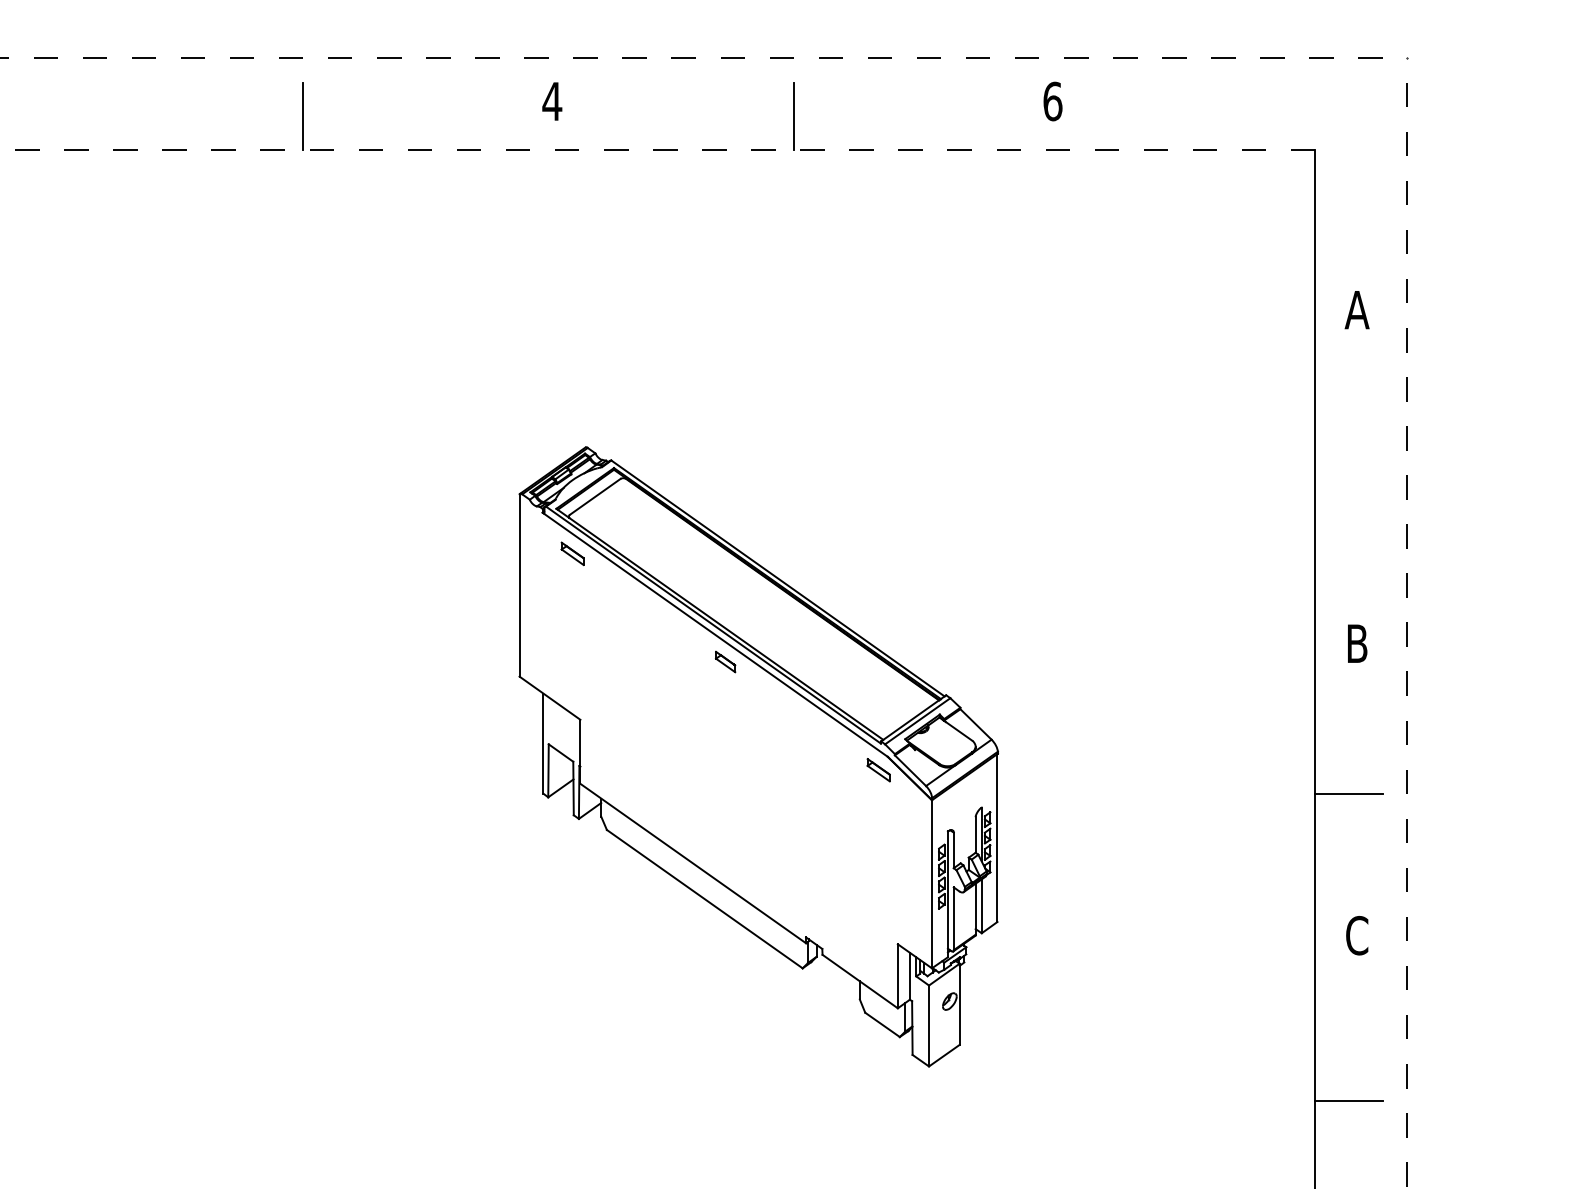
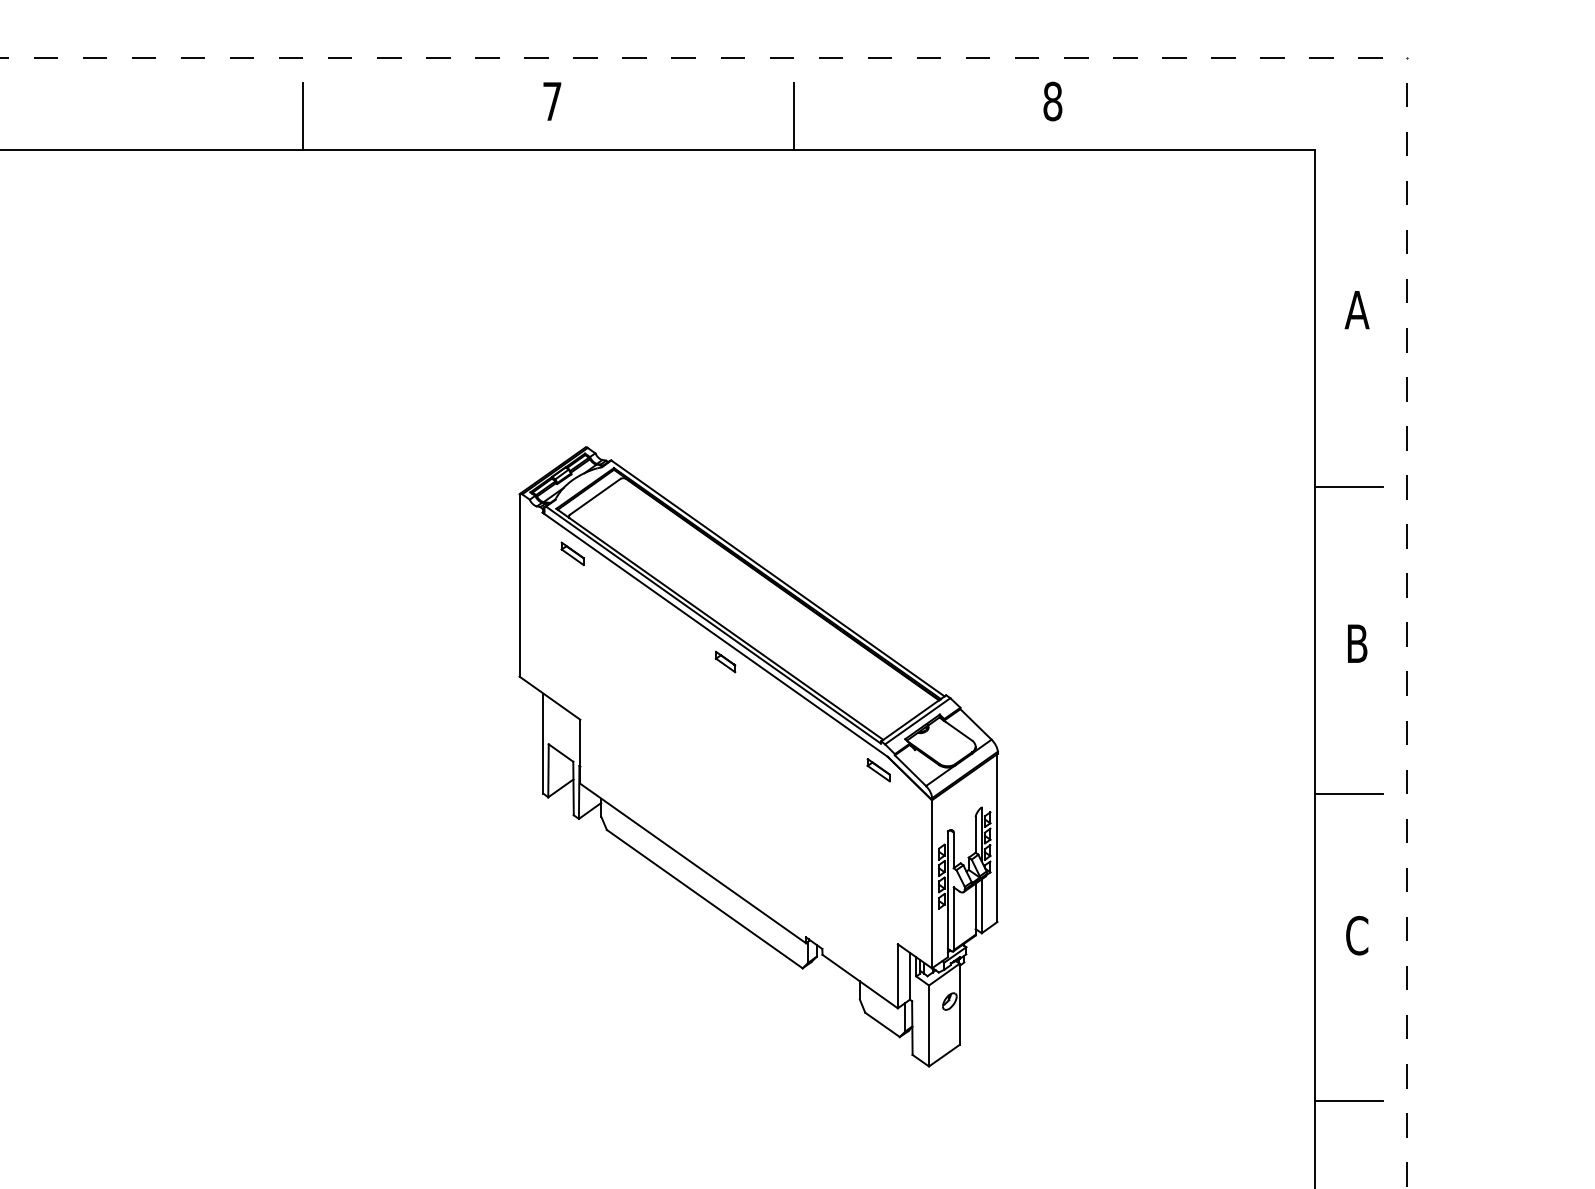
text at (552, 101): 4 -> 7
text at (1052, 101): 6 -> 8
line at (657, 150): dashed -> solid
line at (1348, 487): none -> present
